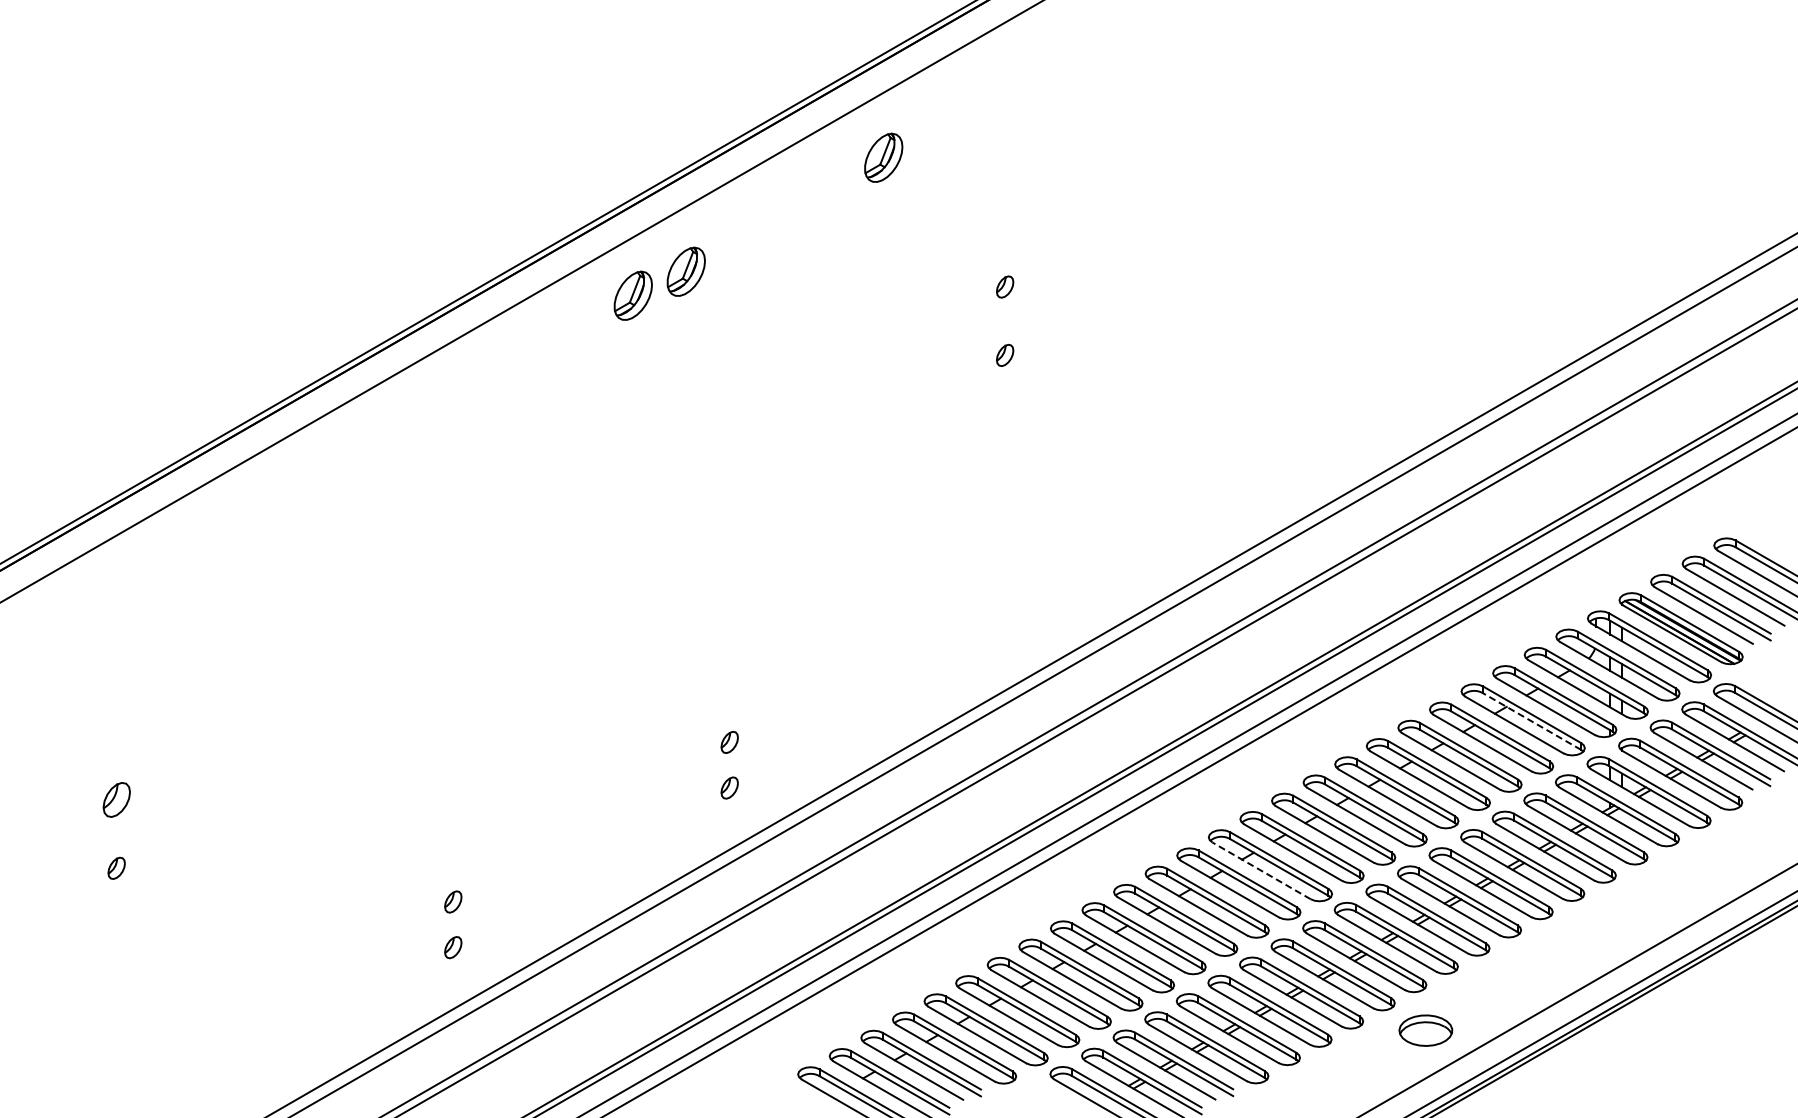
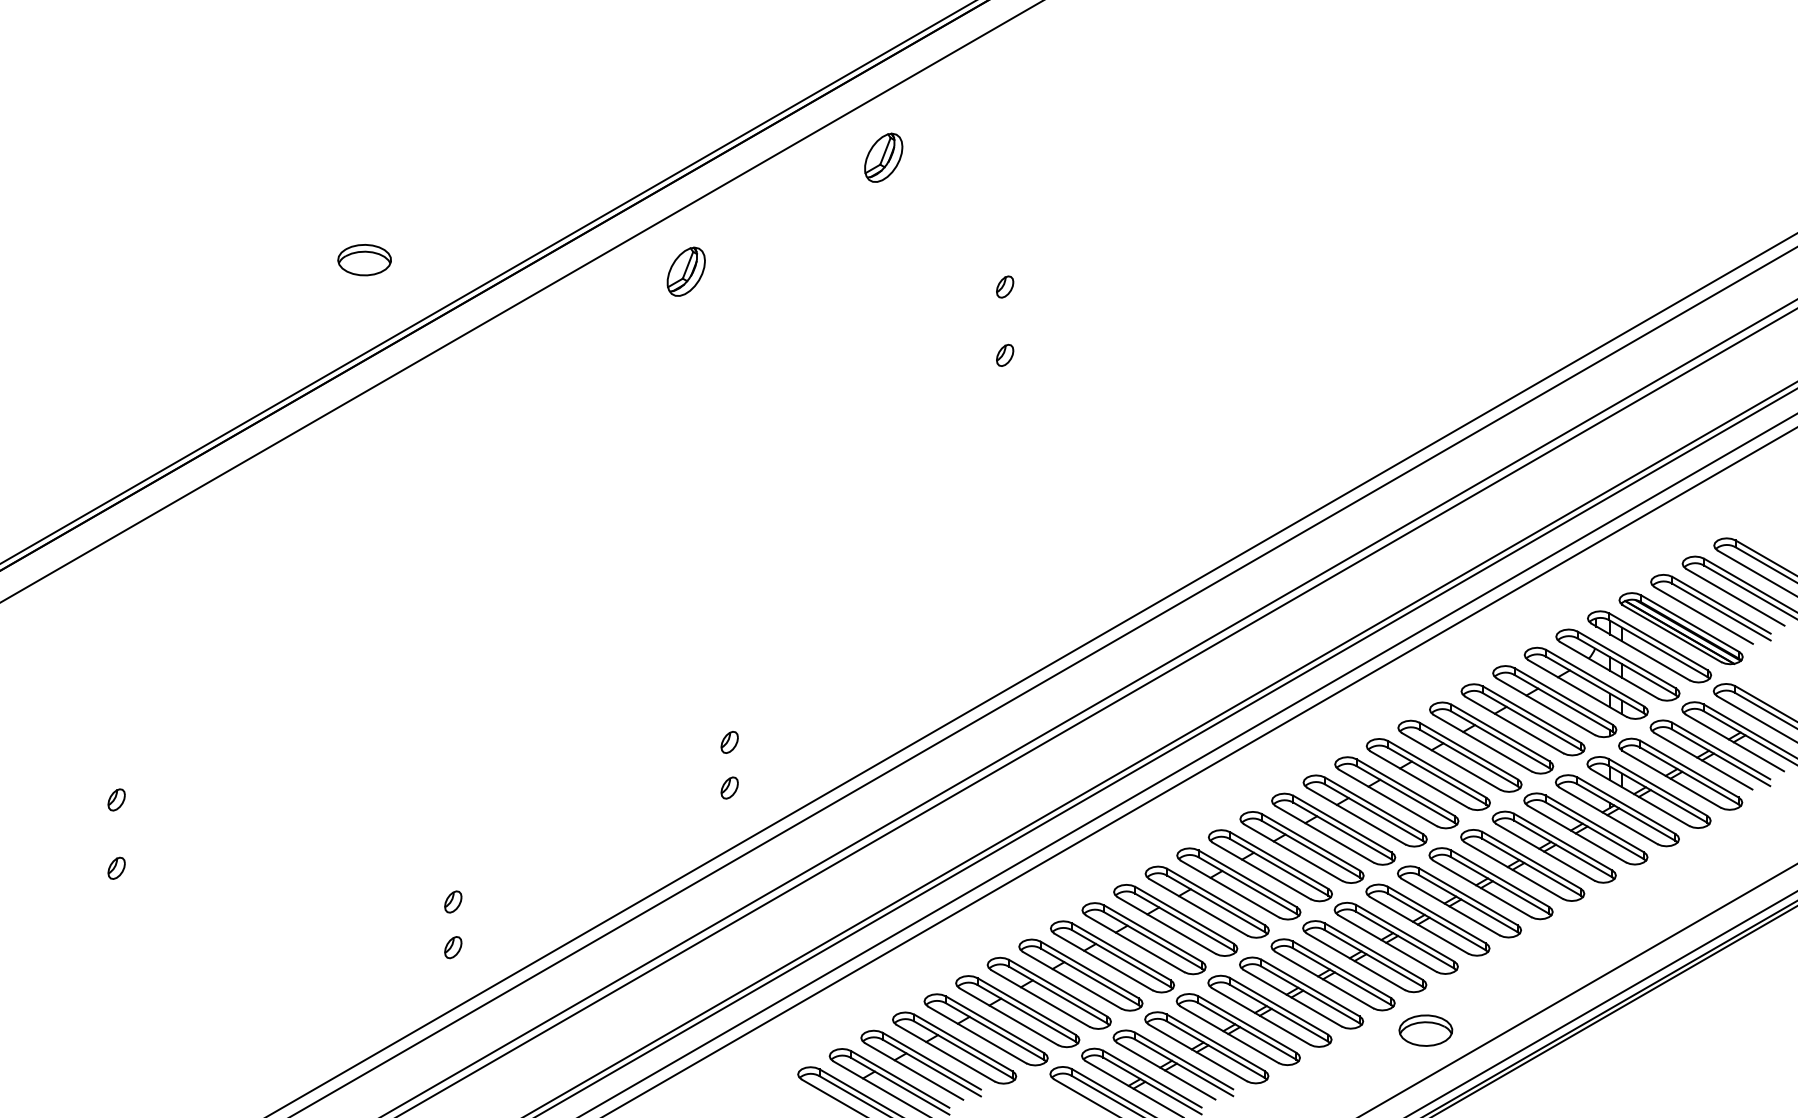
part at (364, 260): none -> present
part at (632, 295): present -> none
line at (1532, 721): dashed -> solid
part at (116, 799) size: 29x36 px -> 19x24 px
line at (1261, 870): dashed -> solid
